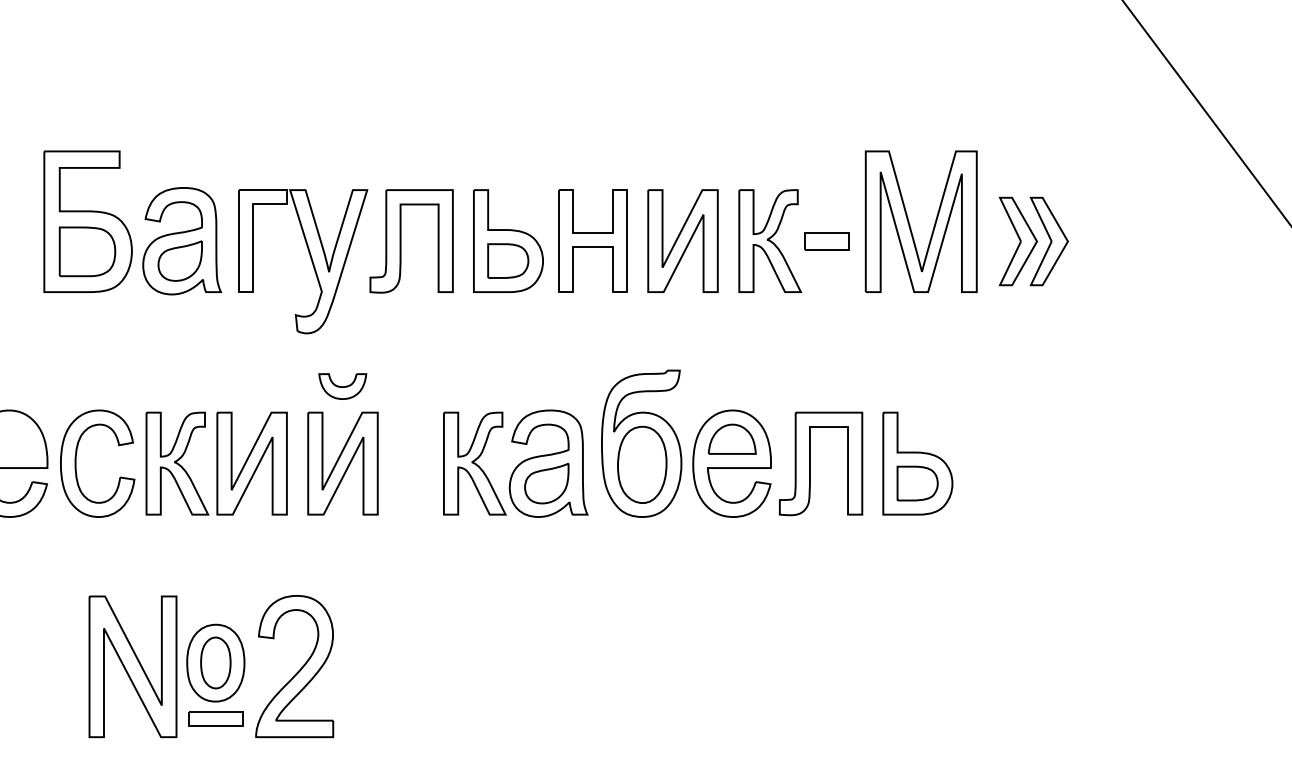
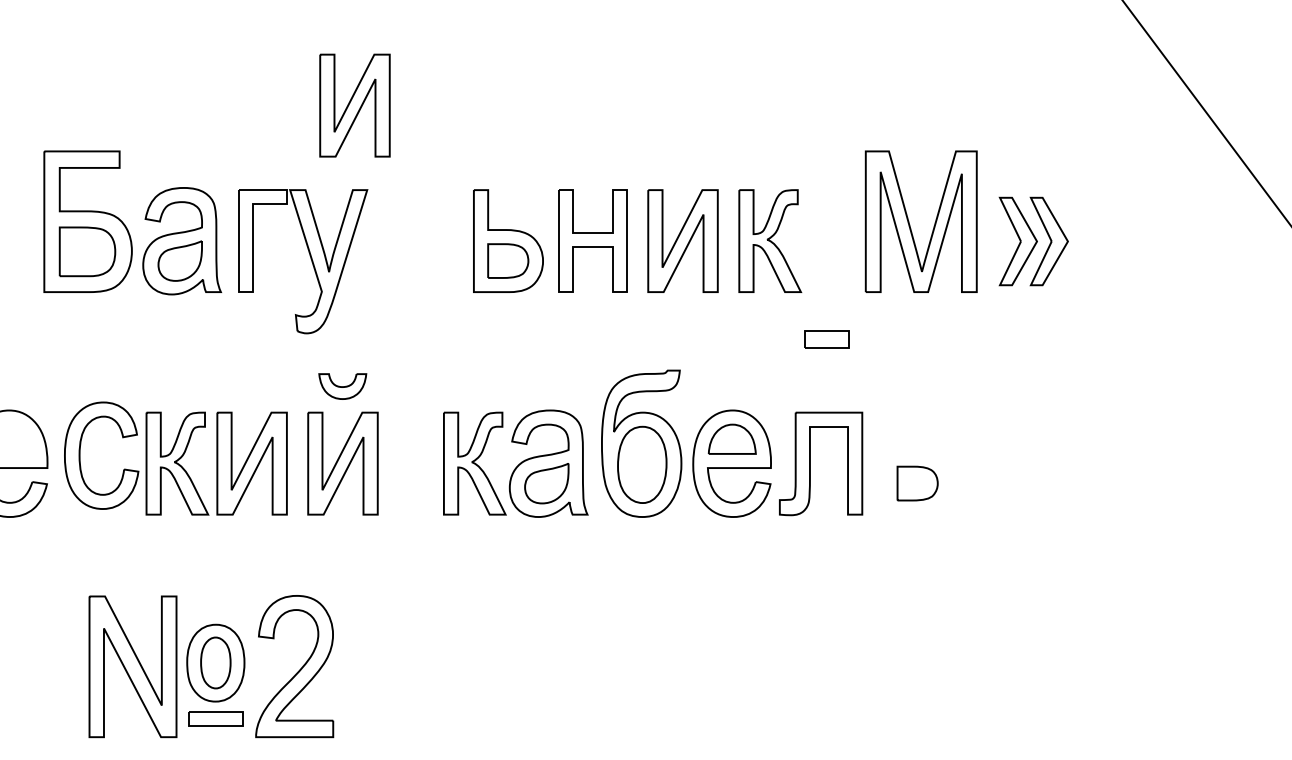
part at (354, 105): none -> present
part at (401, 241): present -> none
part at (826, 241) position: (826, 241) -> (826, 339)
part at (76, 463) position: (76, 463) -> (80, 455)
part at (917, 463): present -> none
